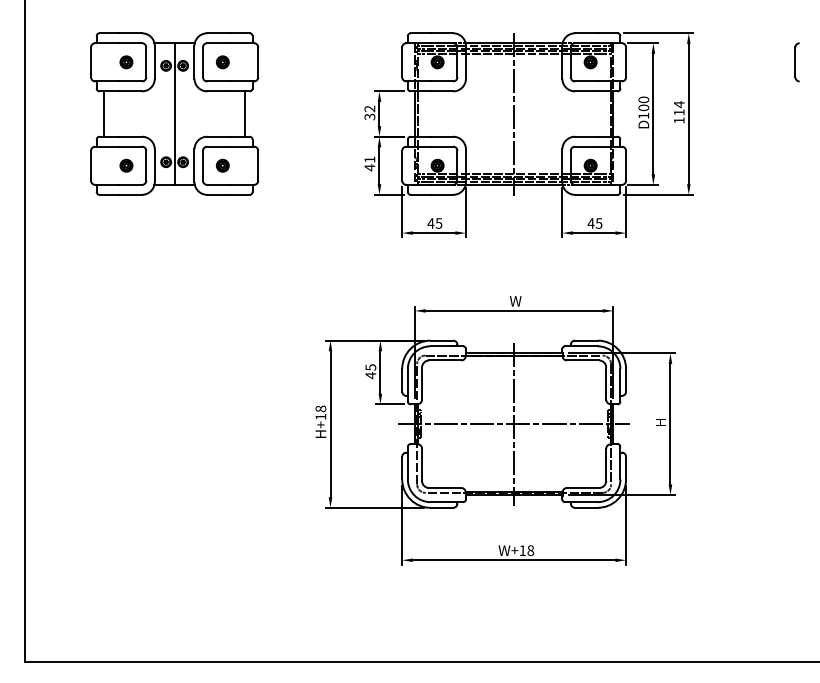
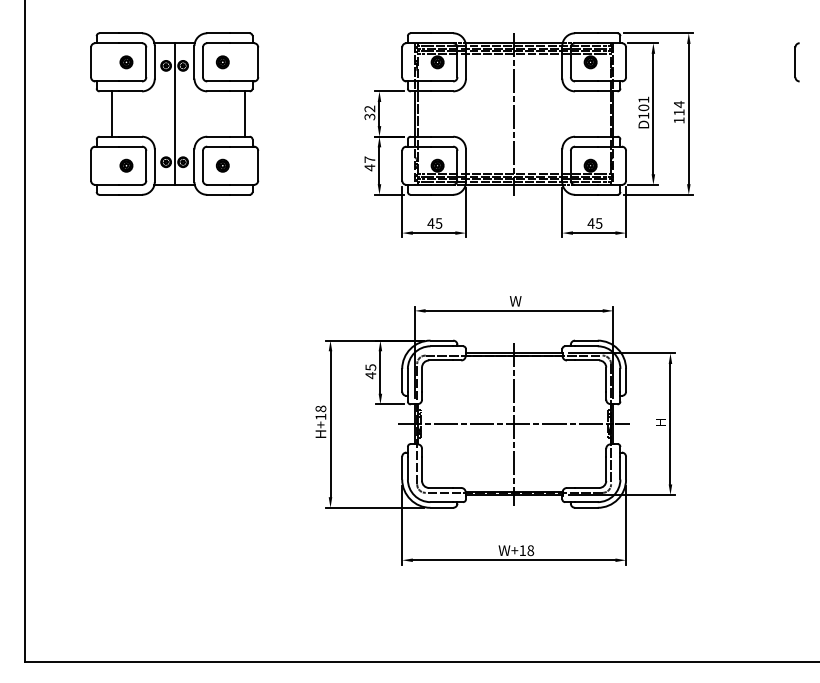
text at (643, 99): D100 -> D101
line at (103, 113) position: (103, 113) -> (111, 113)
text at (369, 159): 41 -> 47
